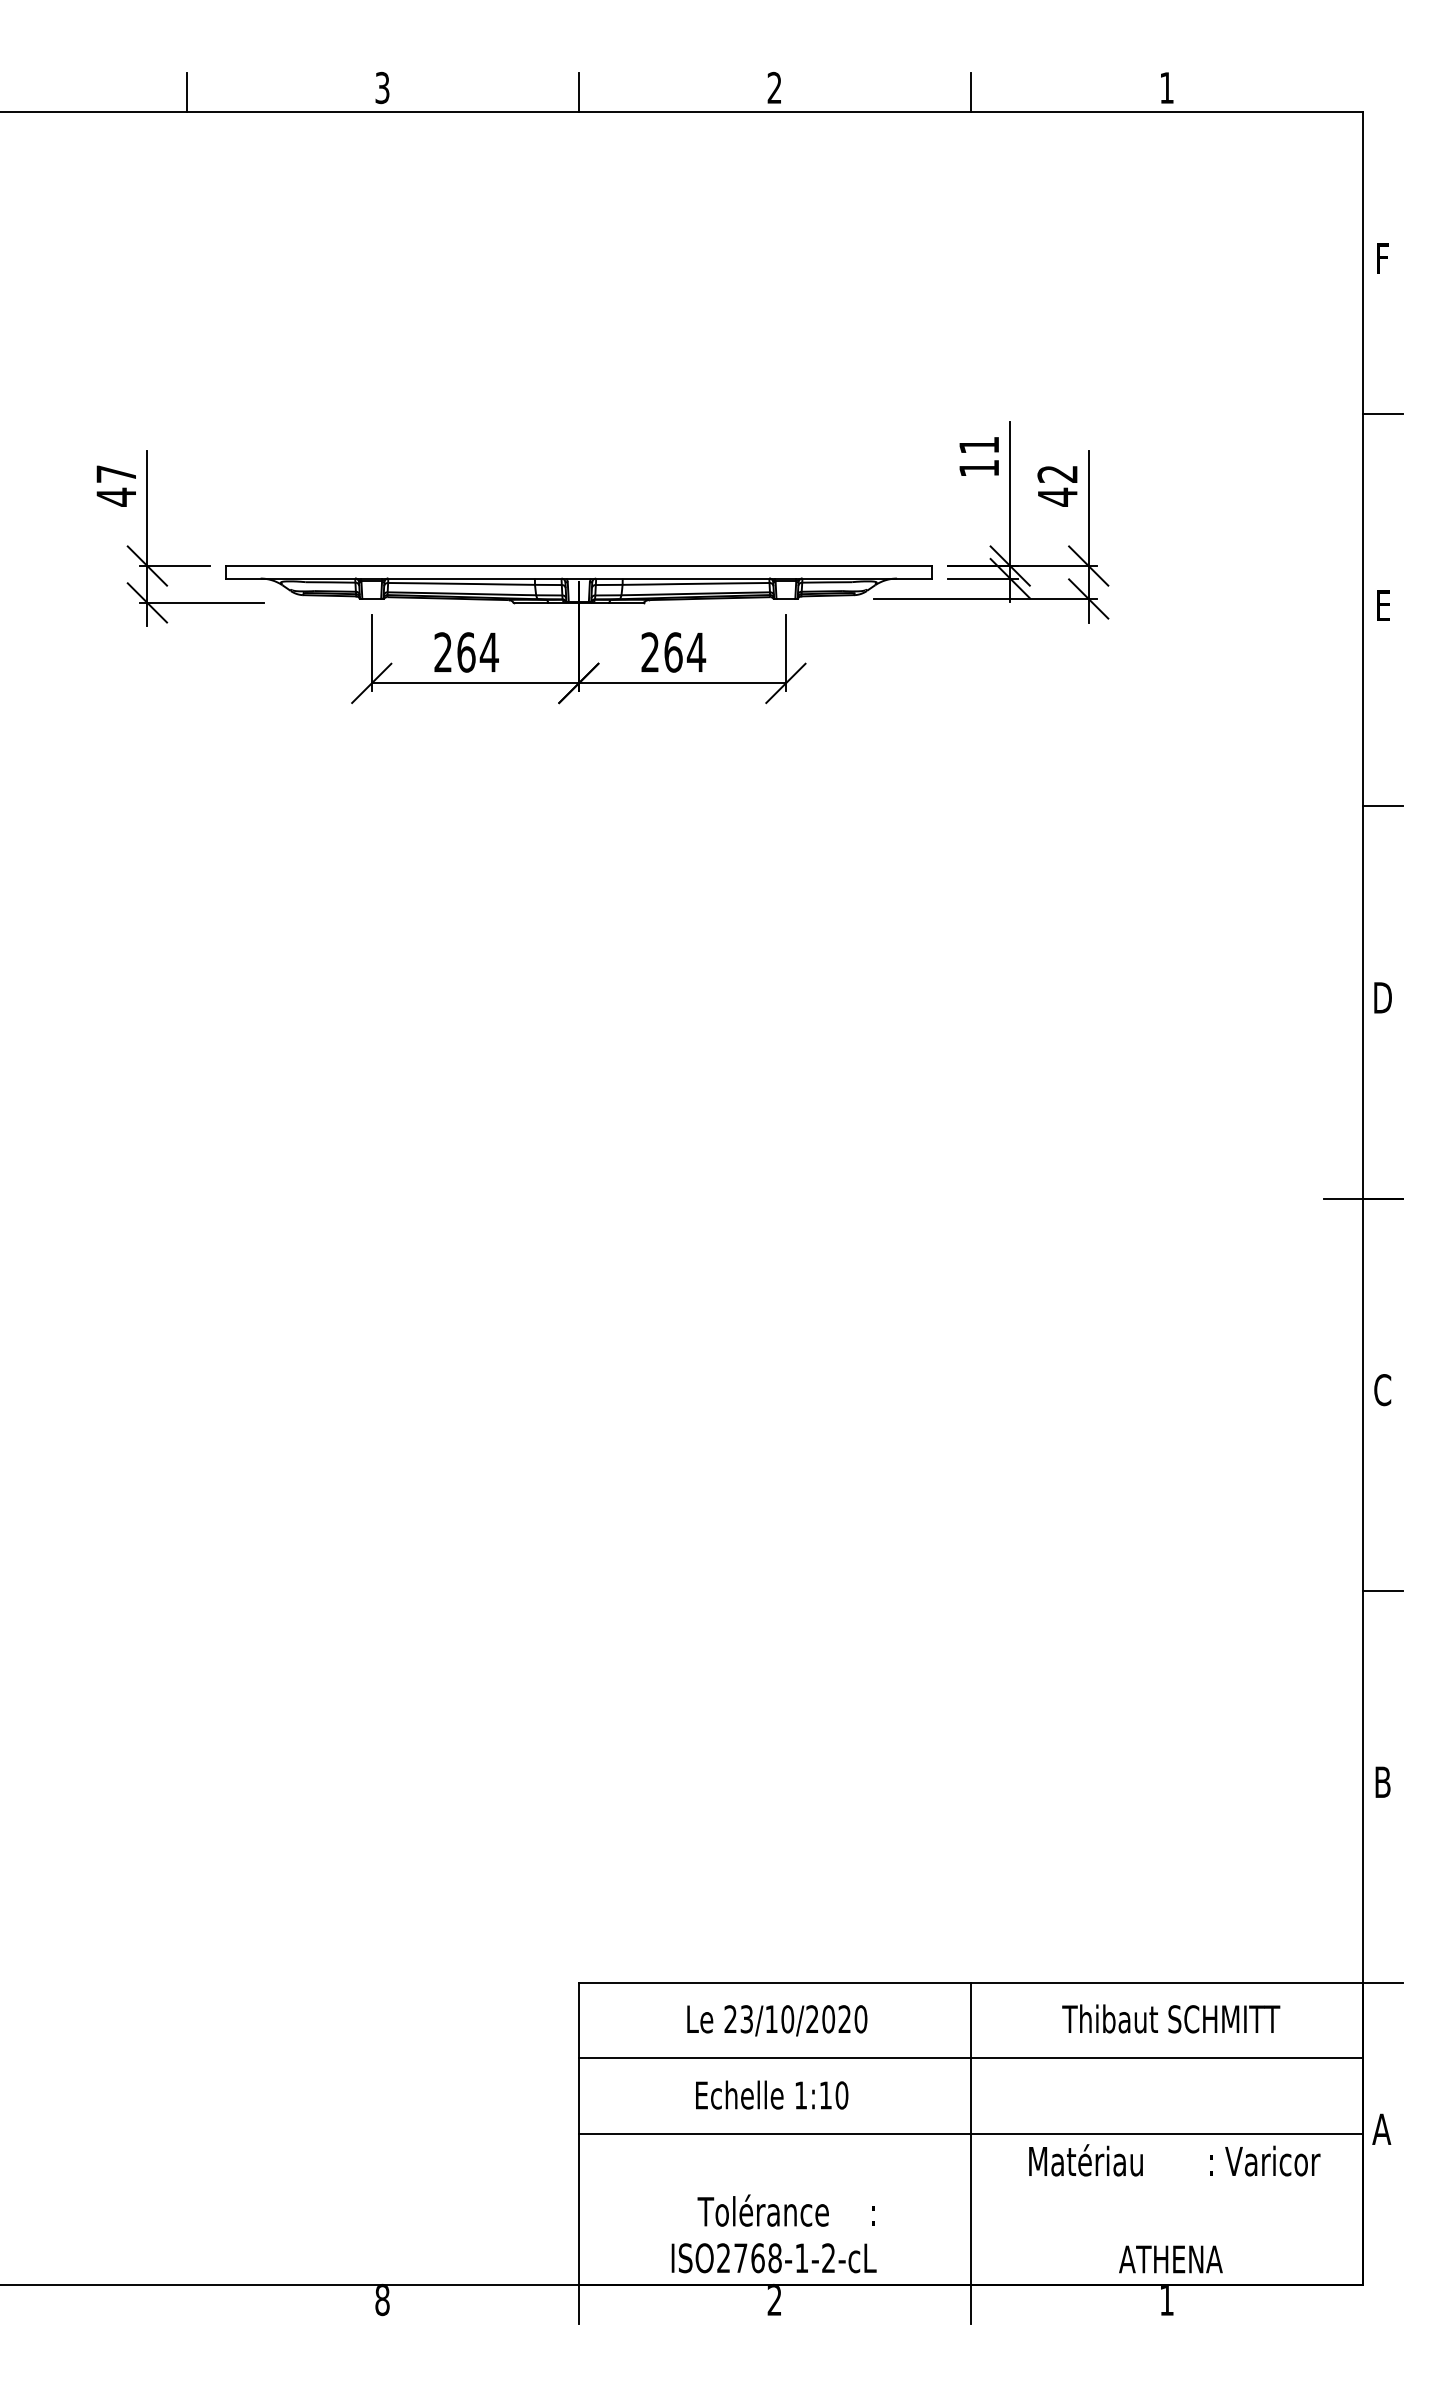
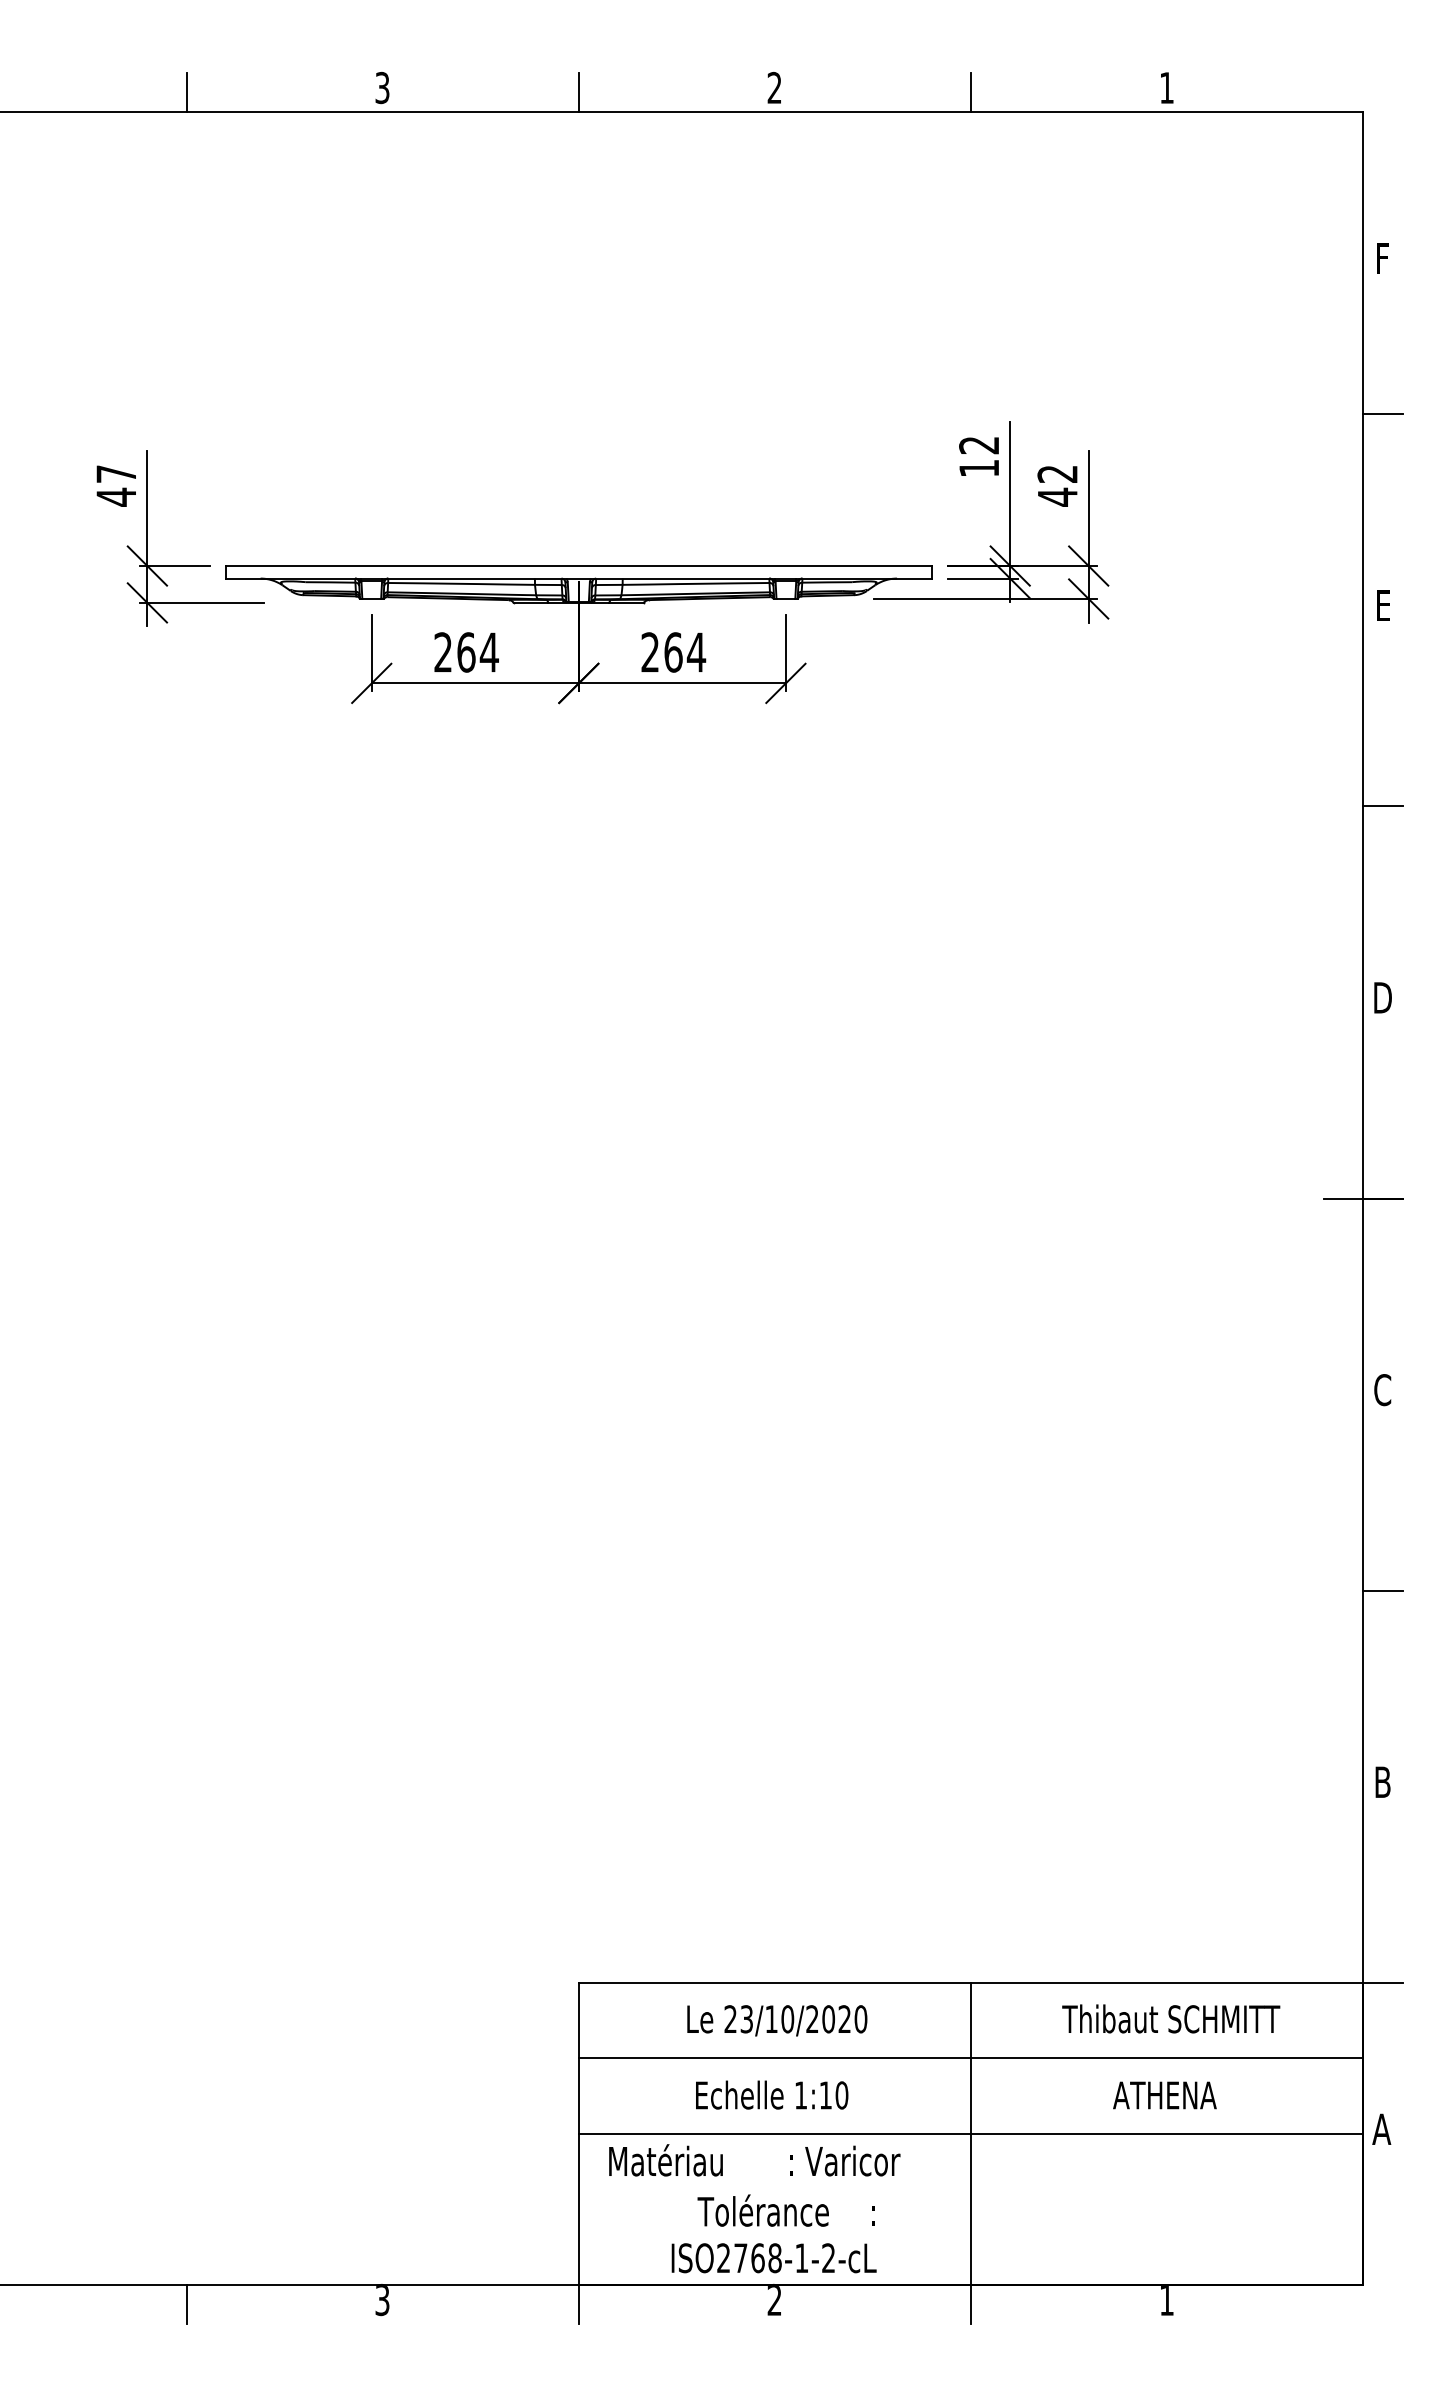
text at (978, 445): 11 -> 12
text at (1174, 2160) position: (1174, 2160) -> (754, 2160)
text at (1170, 2259) position: (1170, 2259) -> (1164, 2095)
text at (382, 2301): 8 -> 3
line at (186, 2304): none -> present
